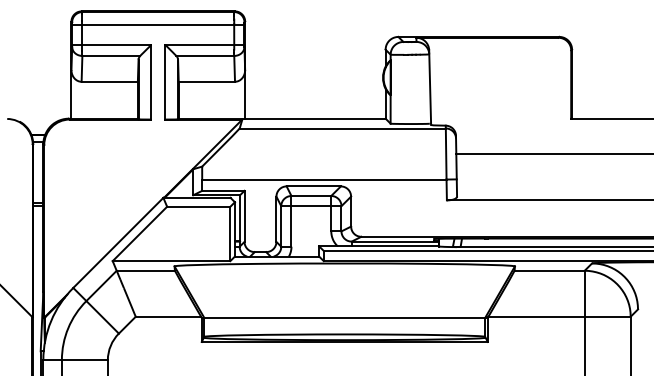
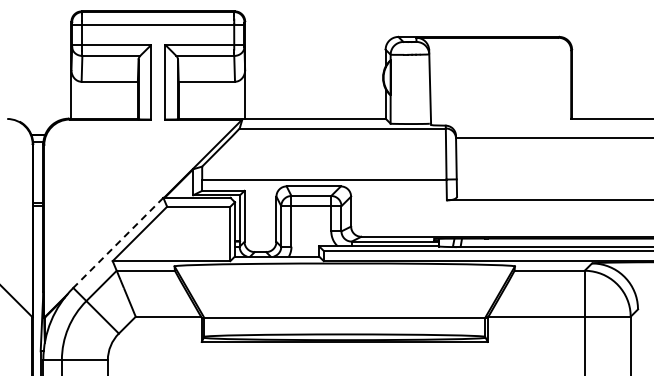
line at (553, 154) position: (553, 154) -> (553, 138)
line at (118, 242): solid -> dashed
